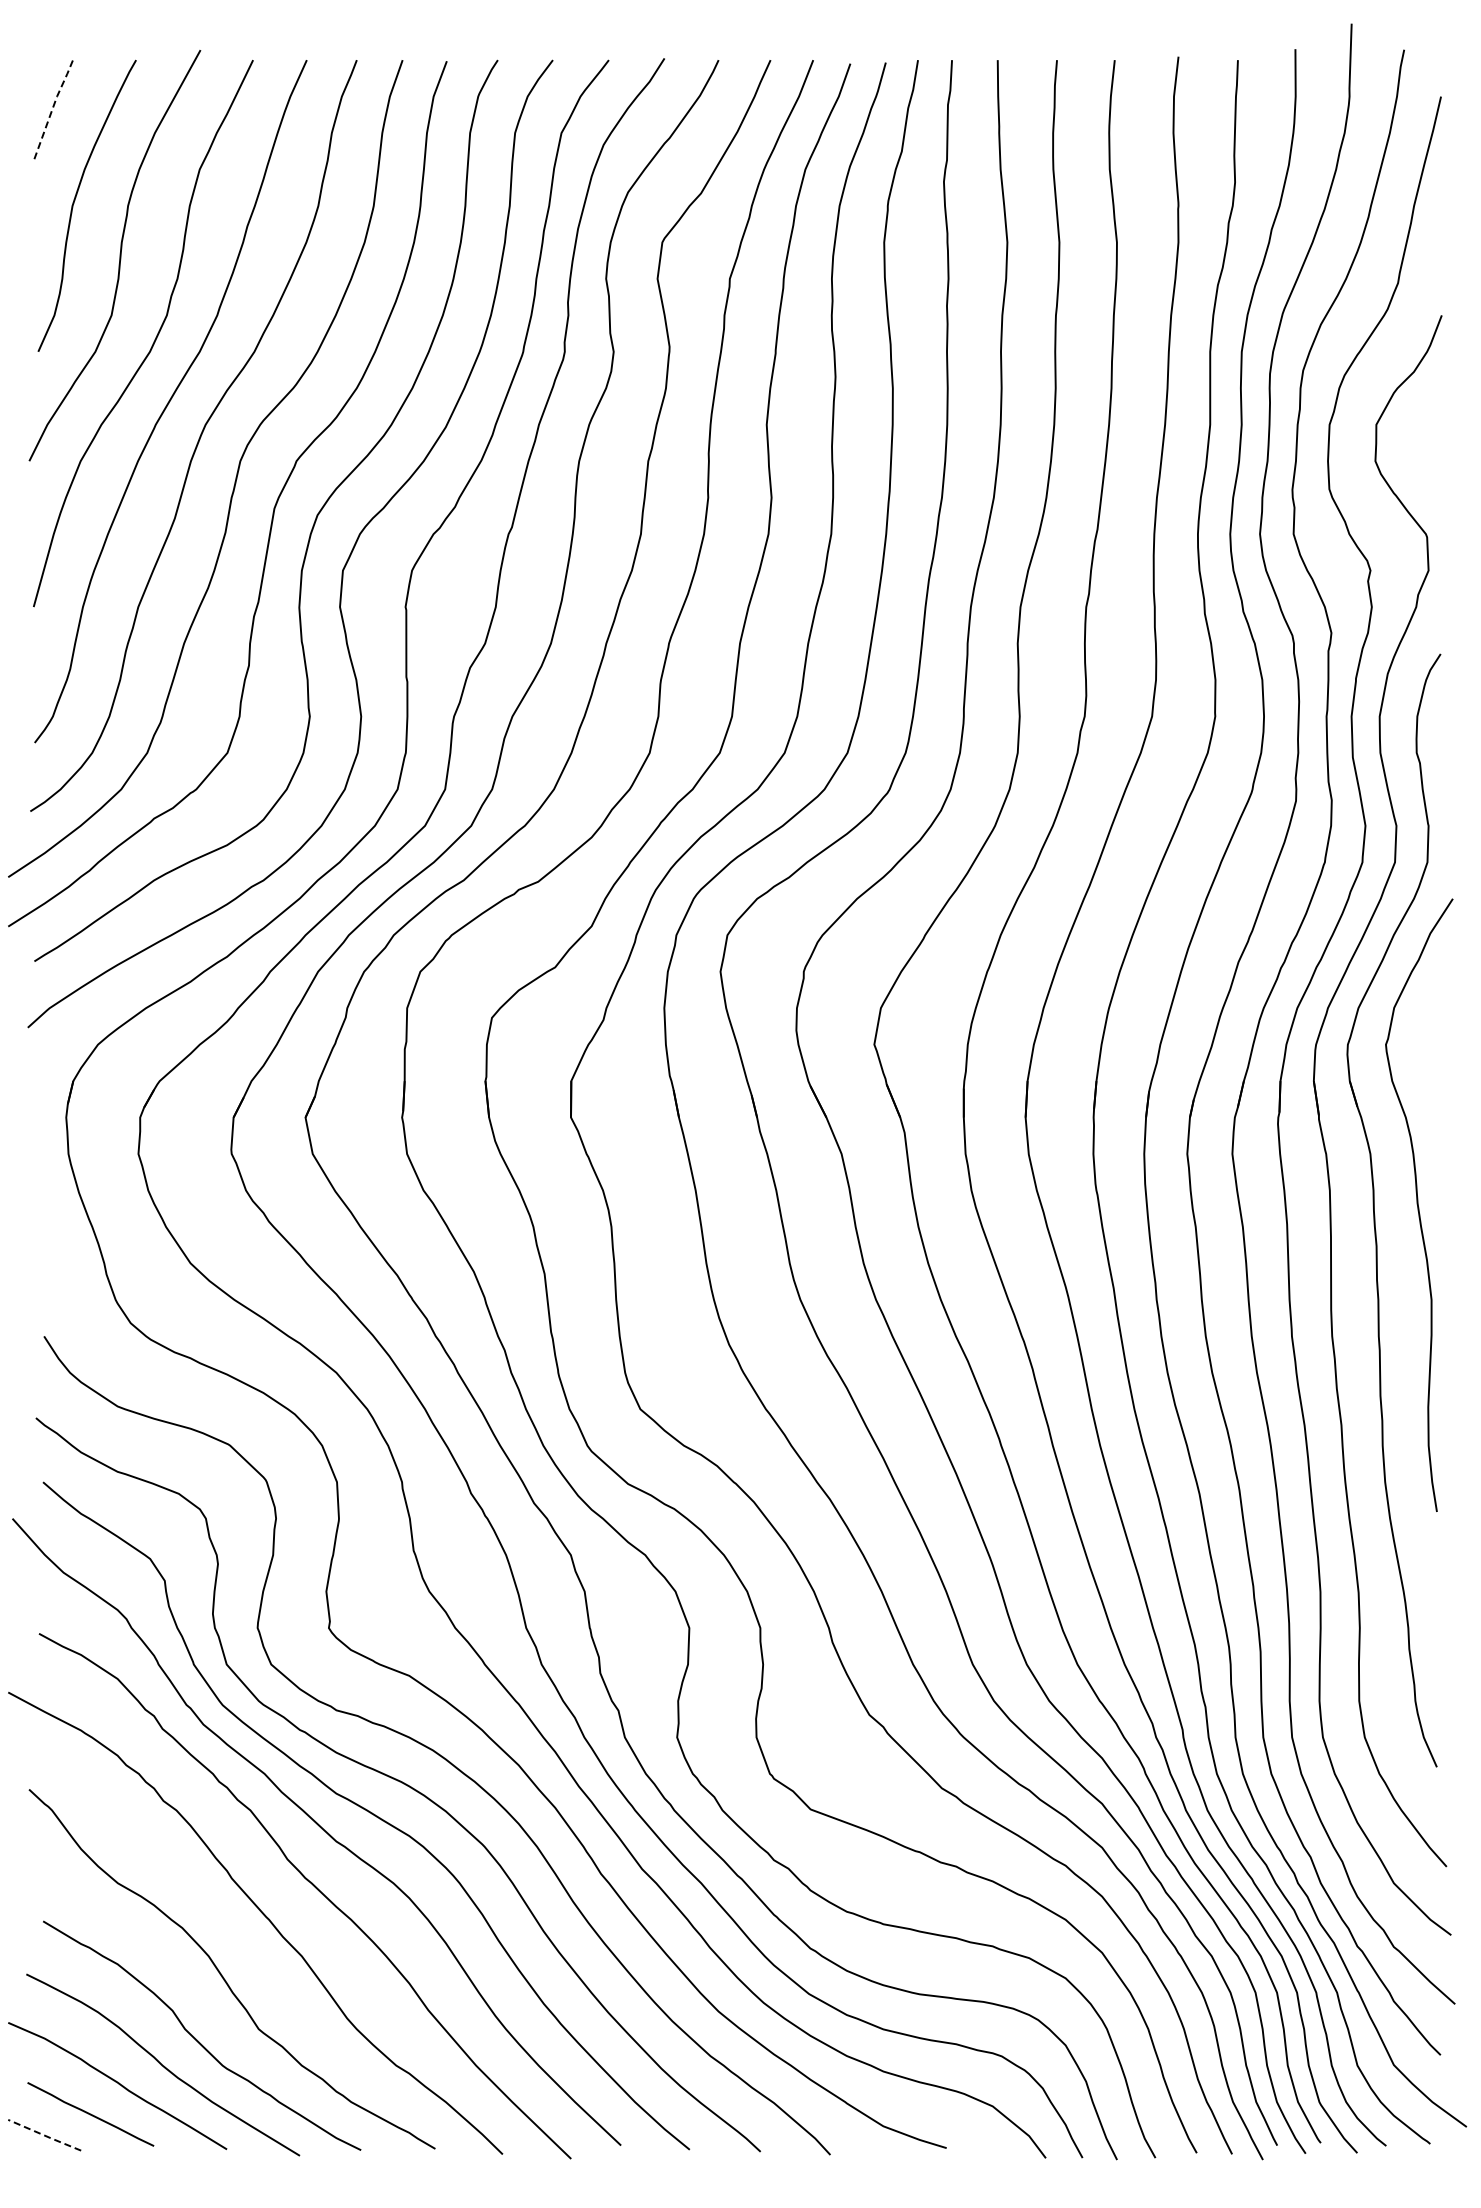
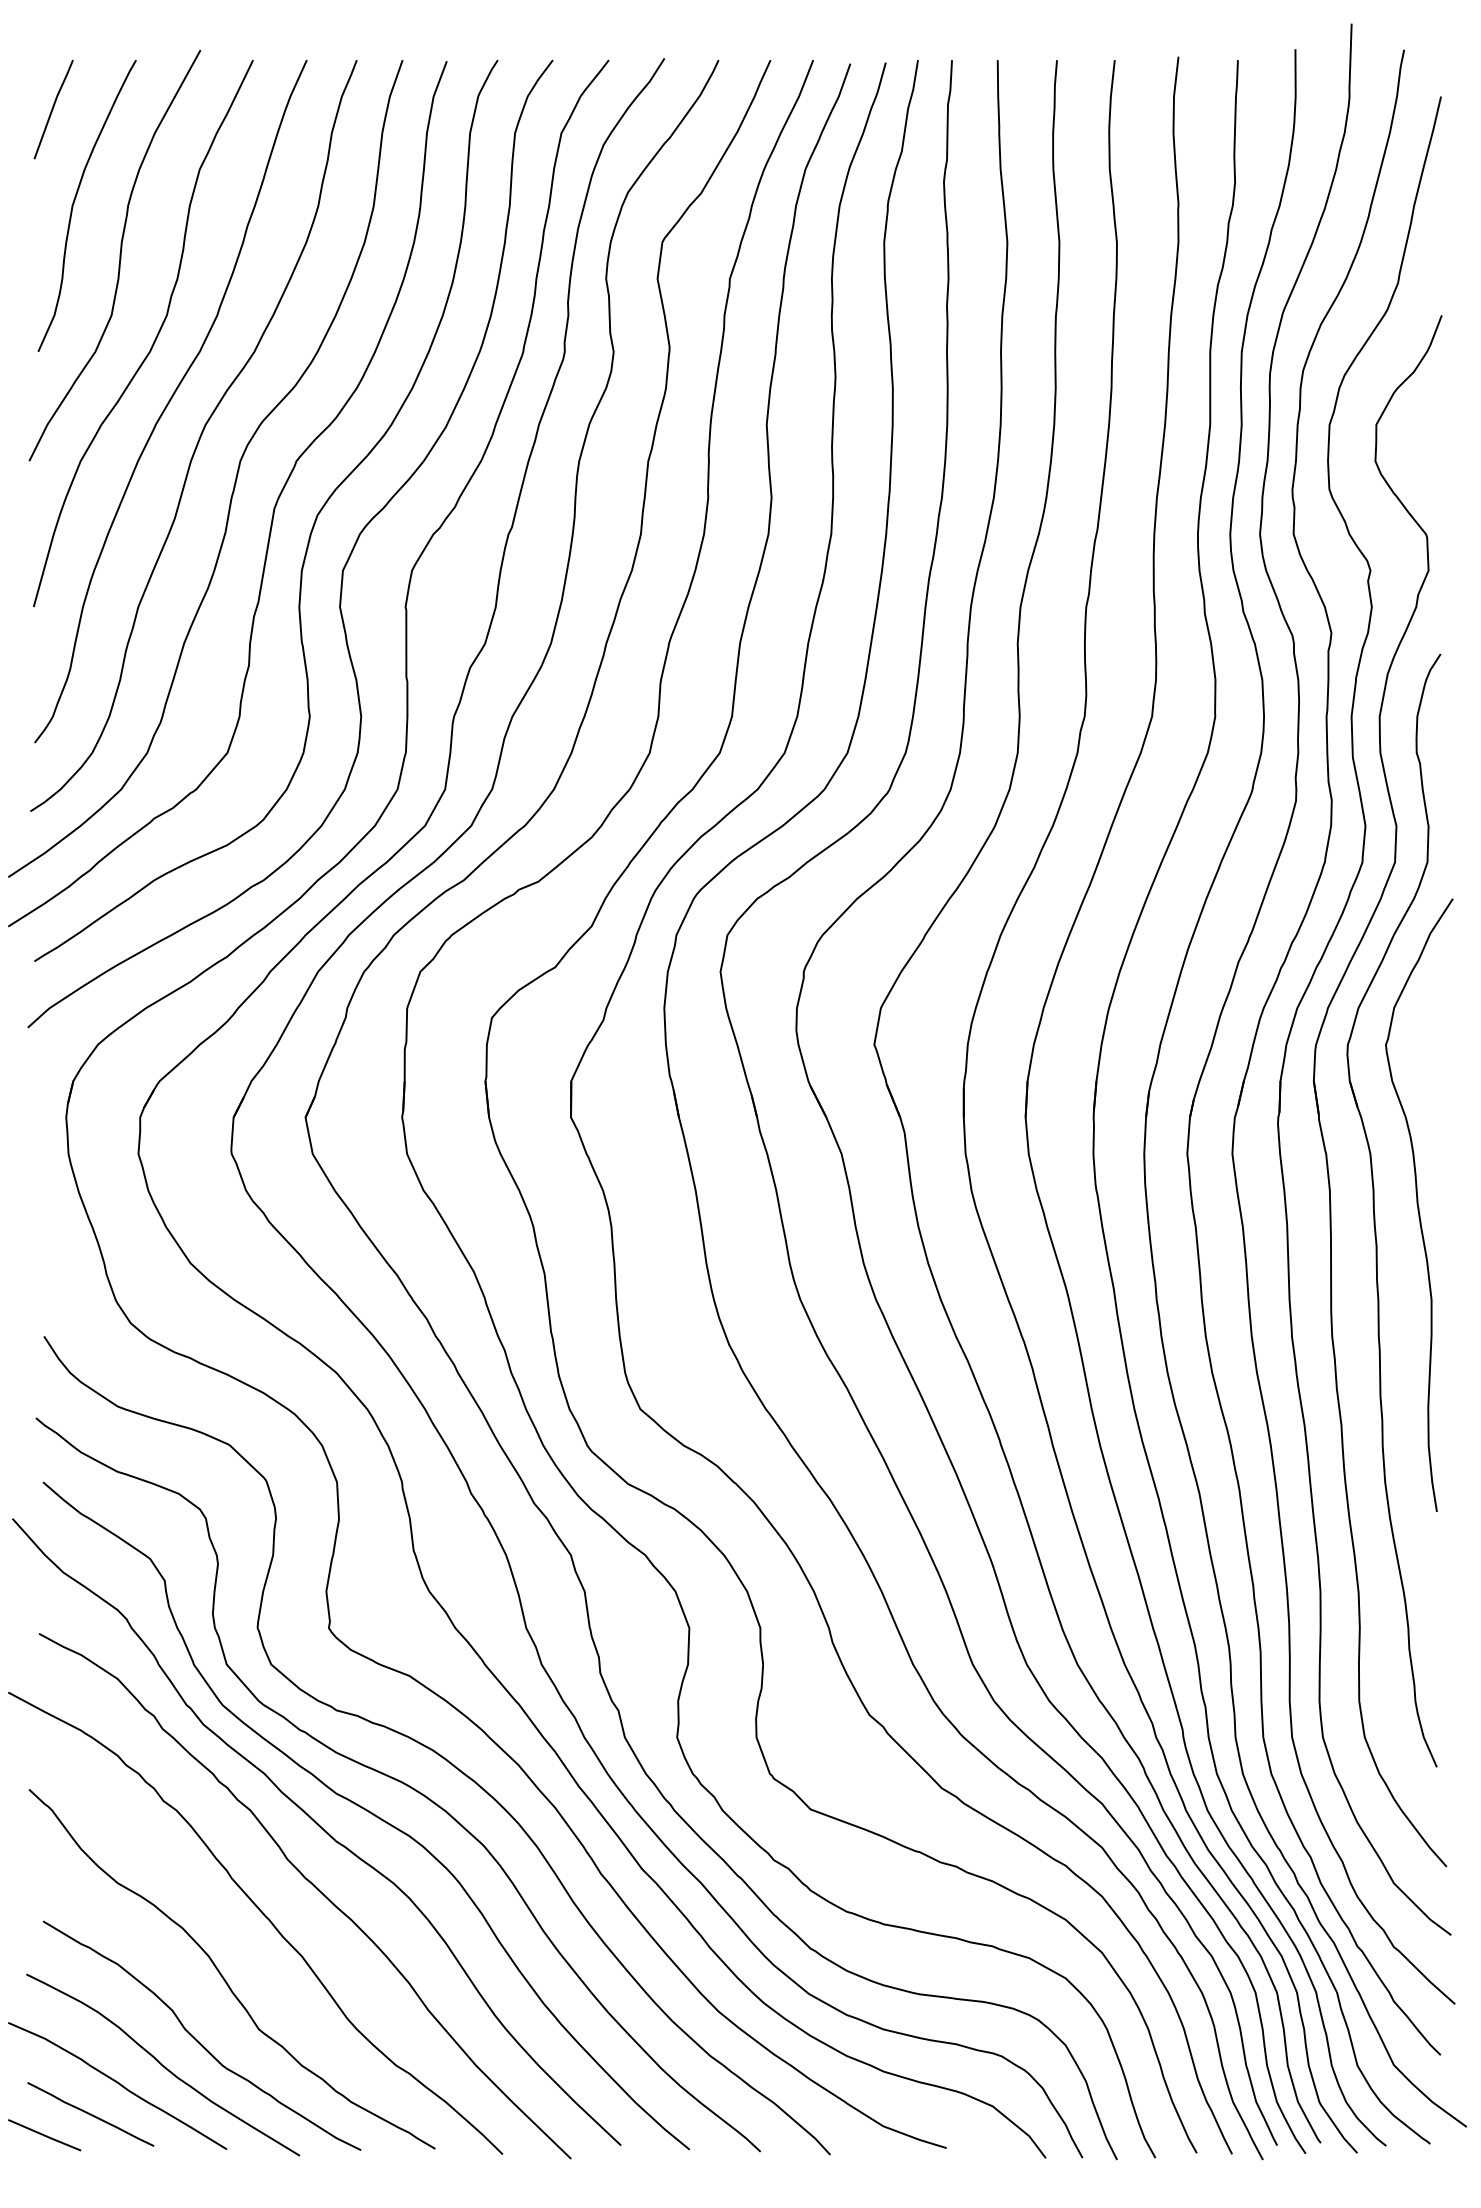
line at (53, 107): dashed -> solid
line at (44, 2135): dashed -> solid
